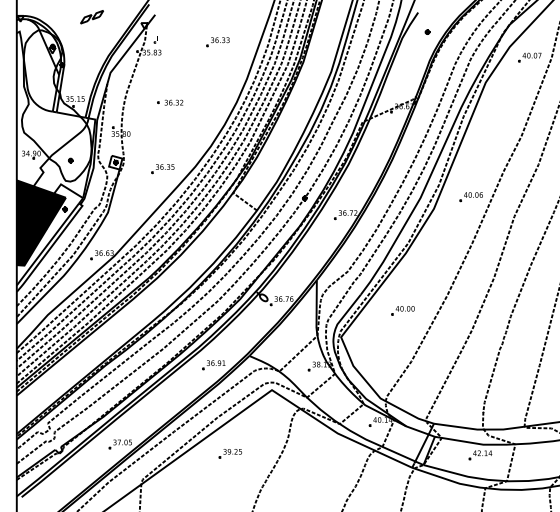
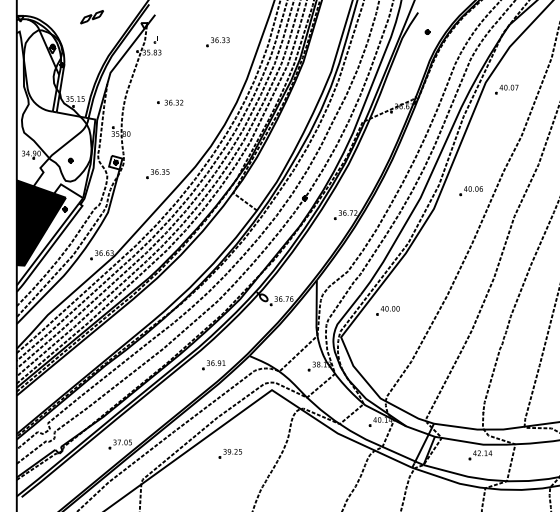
part at (529, 57) position: (529, 57) -> (506, 89)
part at (162, 169) position: (162, 169) -> (157, 174)
part at (470, 197) position: (470, 197) -> (470, 191)
part at (402, 310) position: (402, 310) -> (387, 310)
